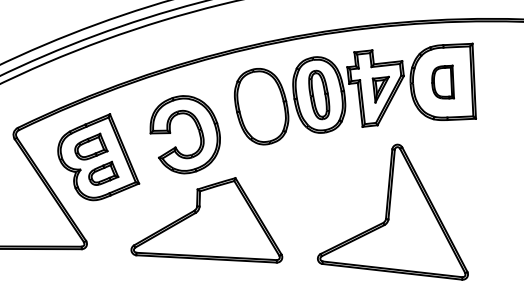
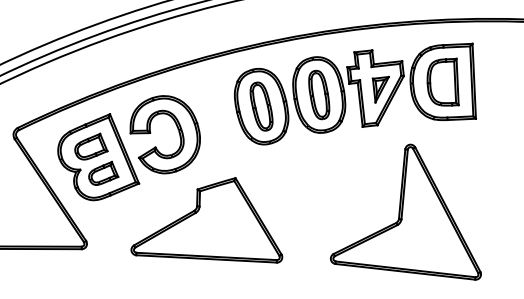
part at (442, 81) size: 24x36 px -> 34x50 px
part at (261, 106): none -> present
part at (171, 133) position: (171, 133) -> (151, 133)
part at (392, 211) position: (392, 211) -> (405, 211)
